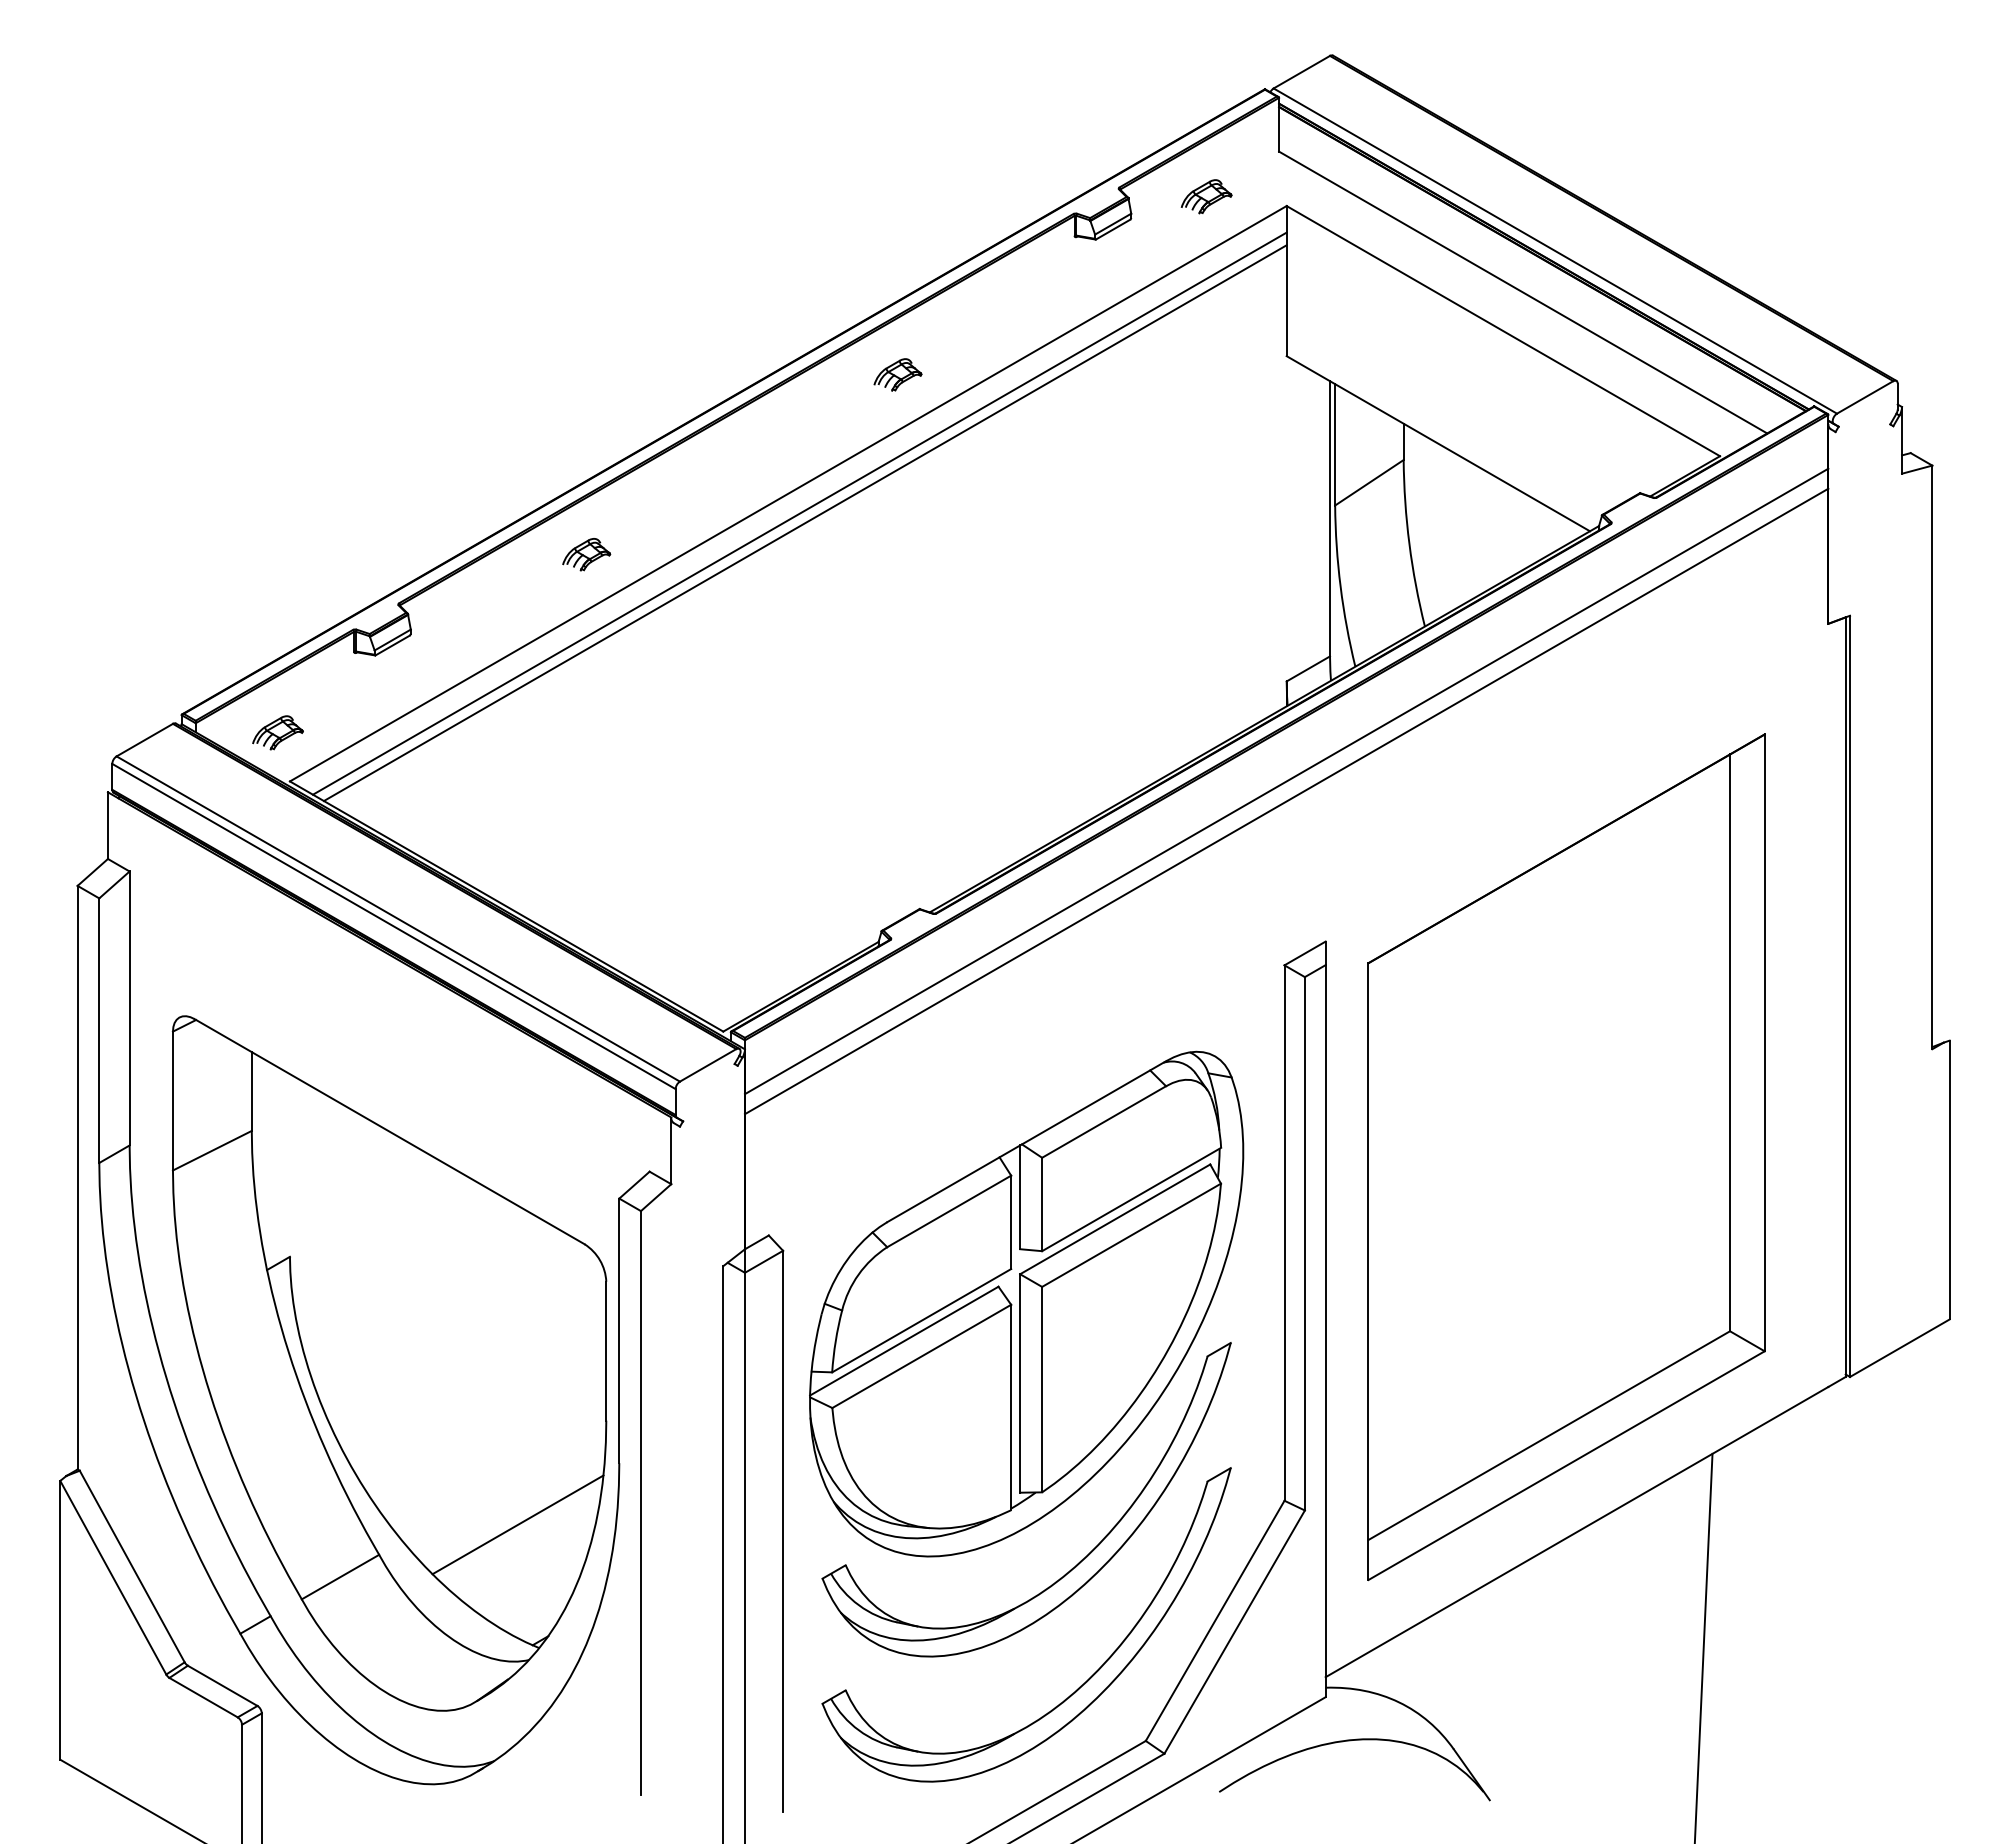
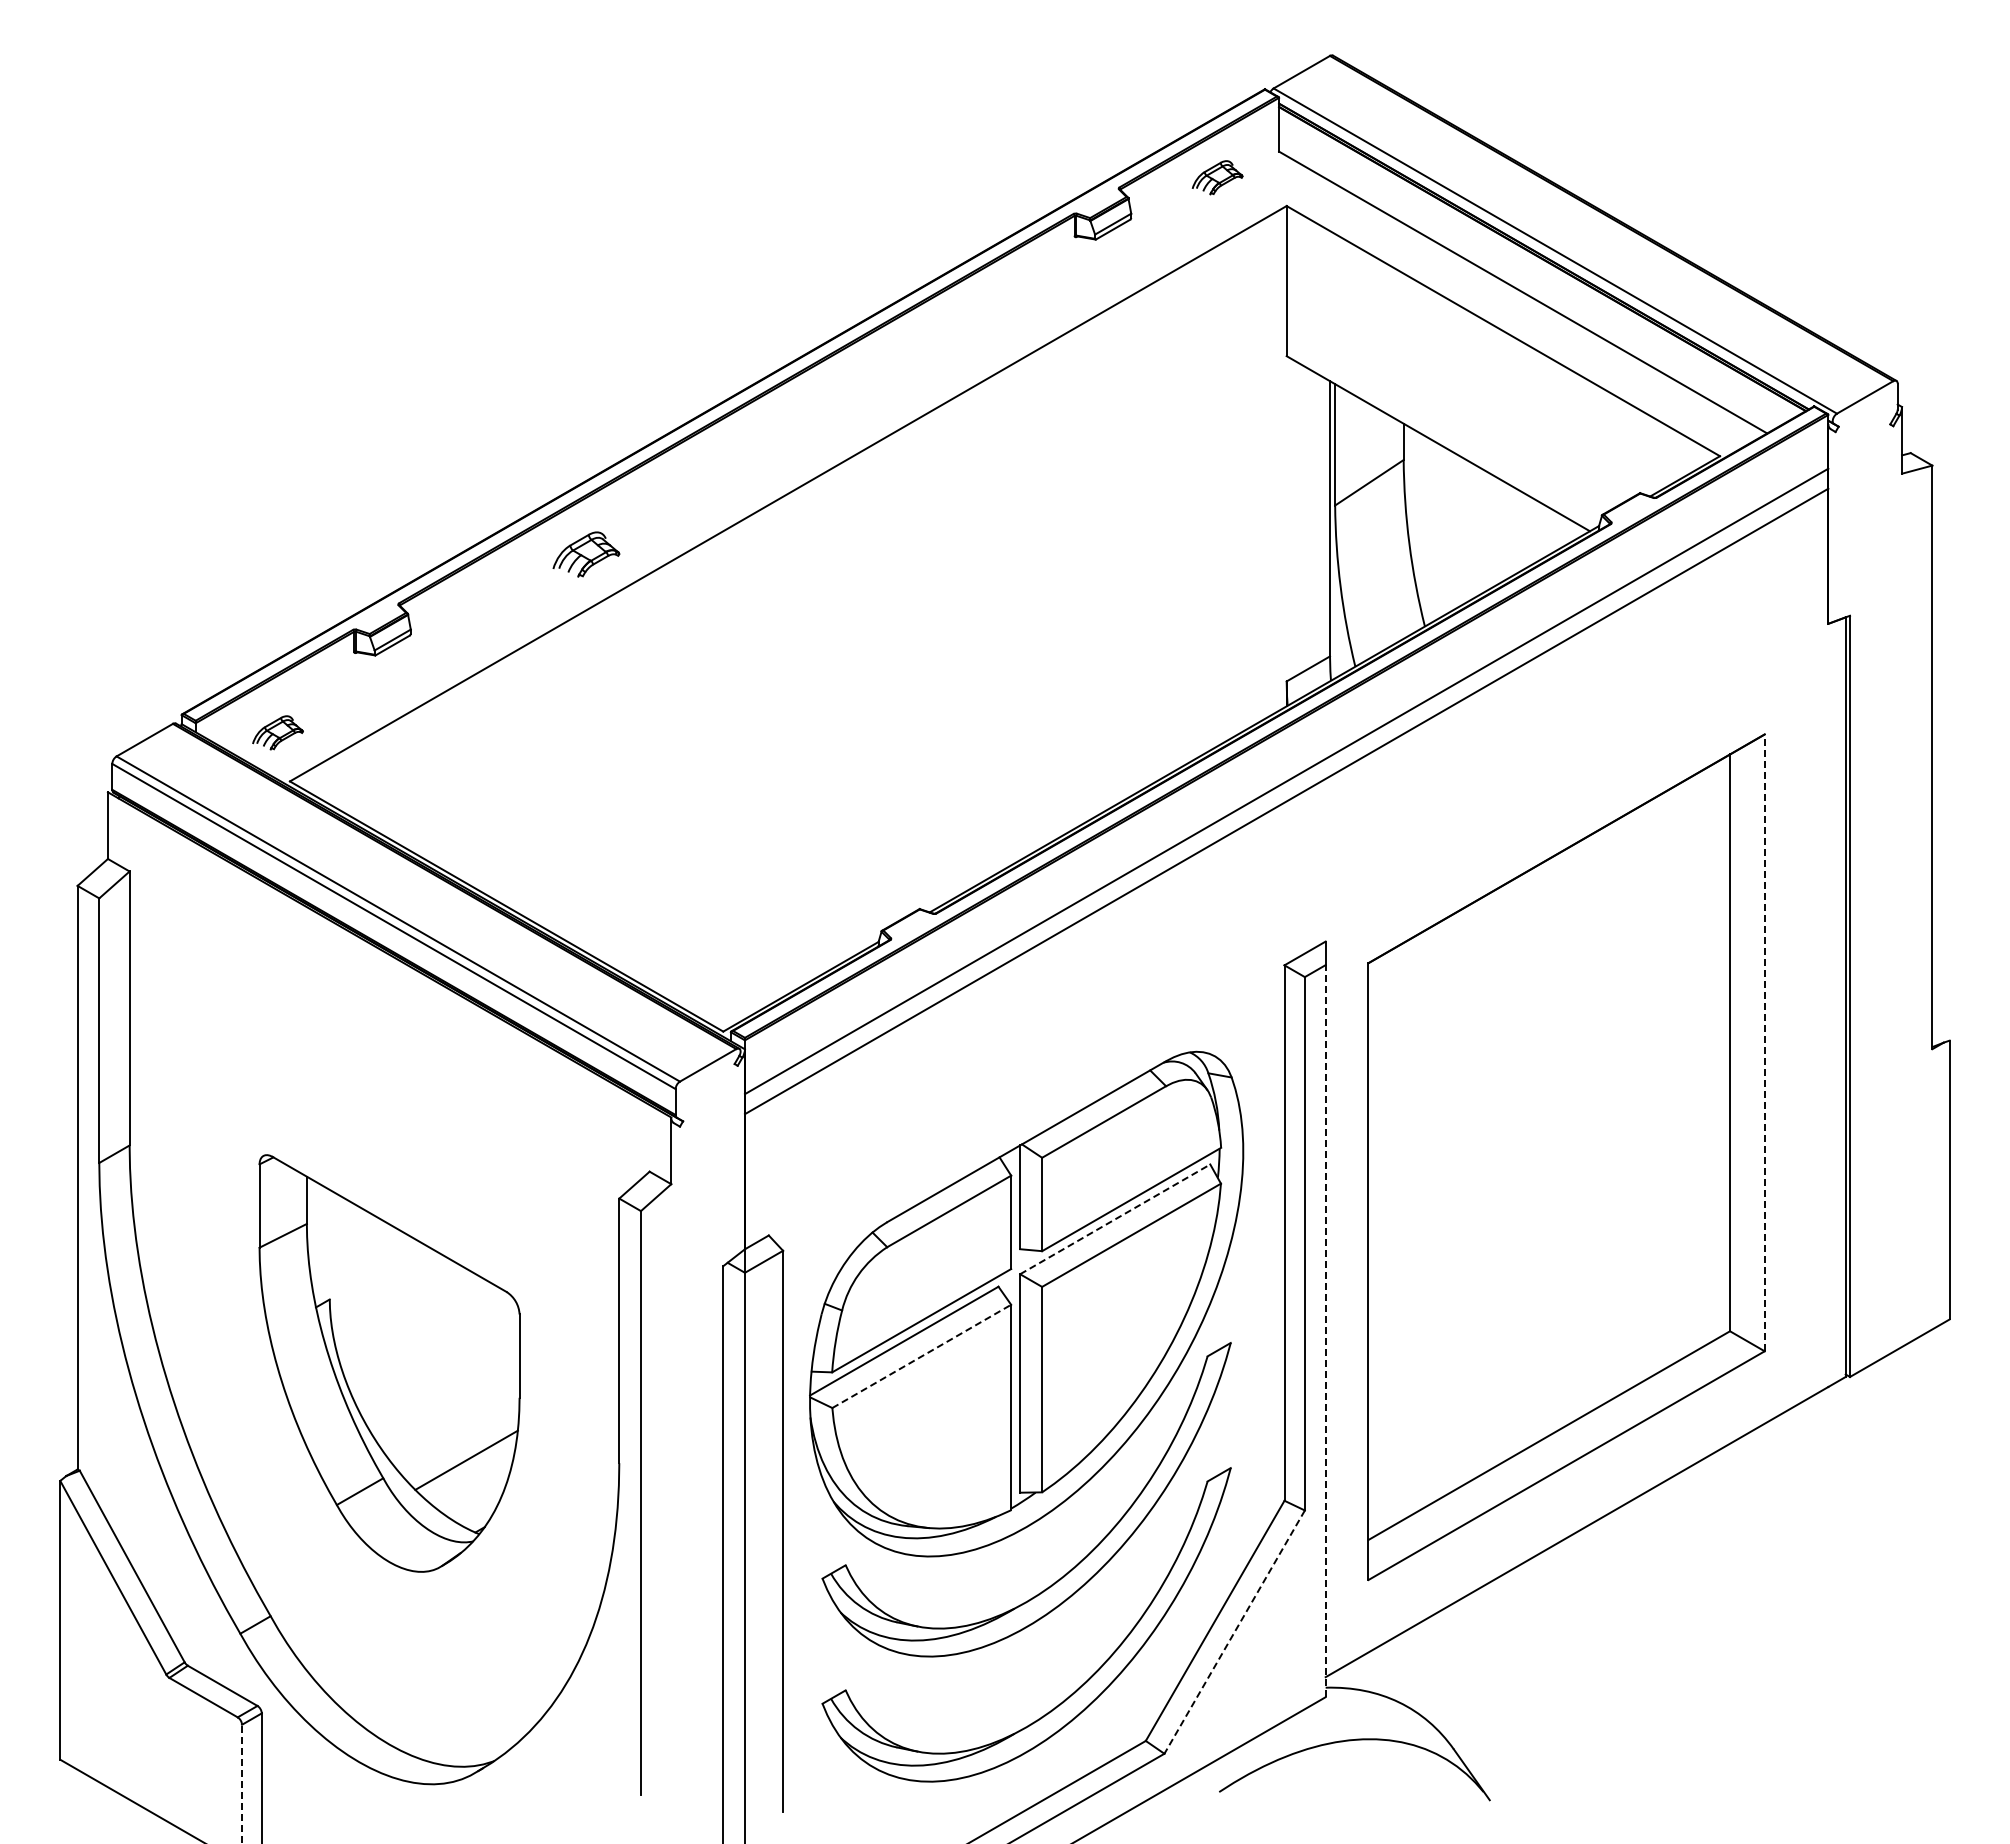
part at (1206, 196) position: (1206, 196) -> (1217, 177)
part at (897, 374): present -> none
line at (799, 513): present -> none
line at (804, 523): present -> none
part at (586, 554) size: 50x34 px -> 69x47 px
line at (1764, 1042): solid -> dashed
line at (1115, 1219): solid -> dashed
line at (1325, 1330): solid -> dashed
line at (922, 1356): solid -> dashed
part at (389, 1363) size: 437x697 px -> 263x419 px
line at (1234, 1632): solid -> dashed
line at (1703, 1646): present -> none
line at (242, 1783): solid -> dashed
